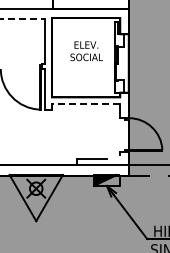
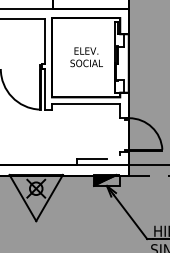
line at (23, 19): dashed -> solid
text at (86, 51) position: (86, 51) -> (86, 57)
line at (85, 104): dashed -> solid
